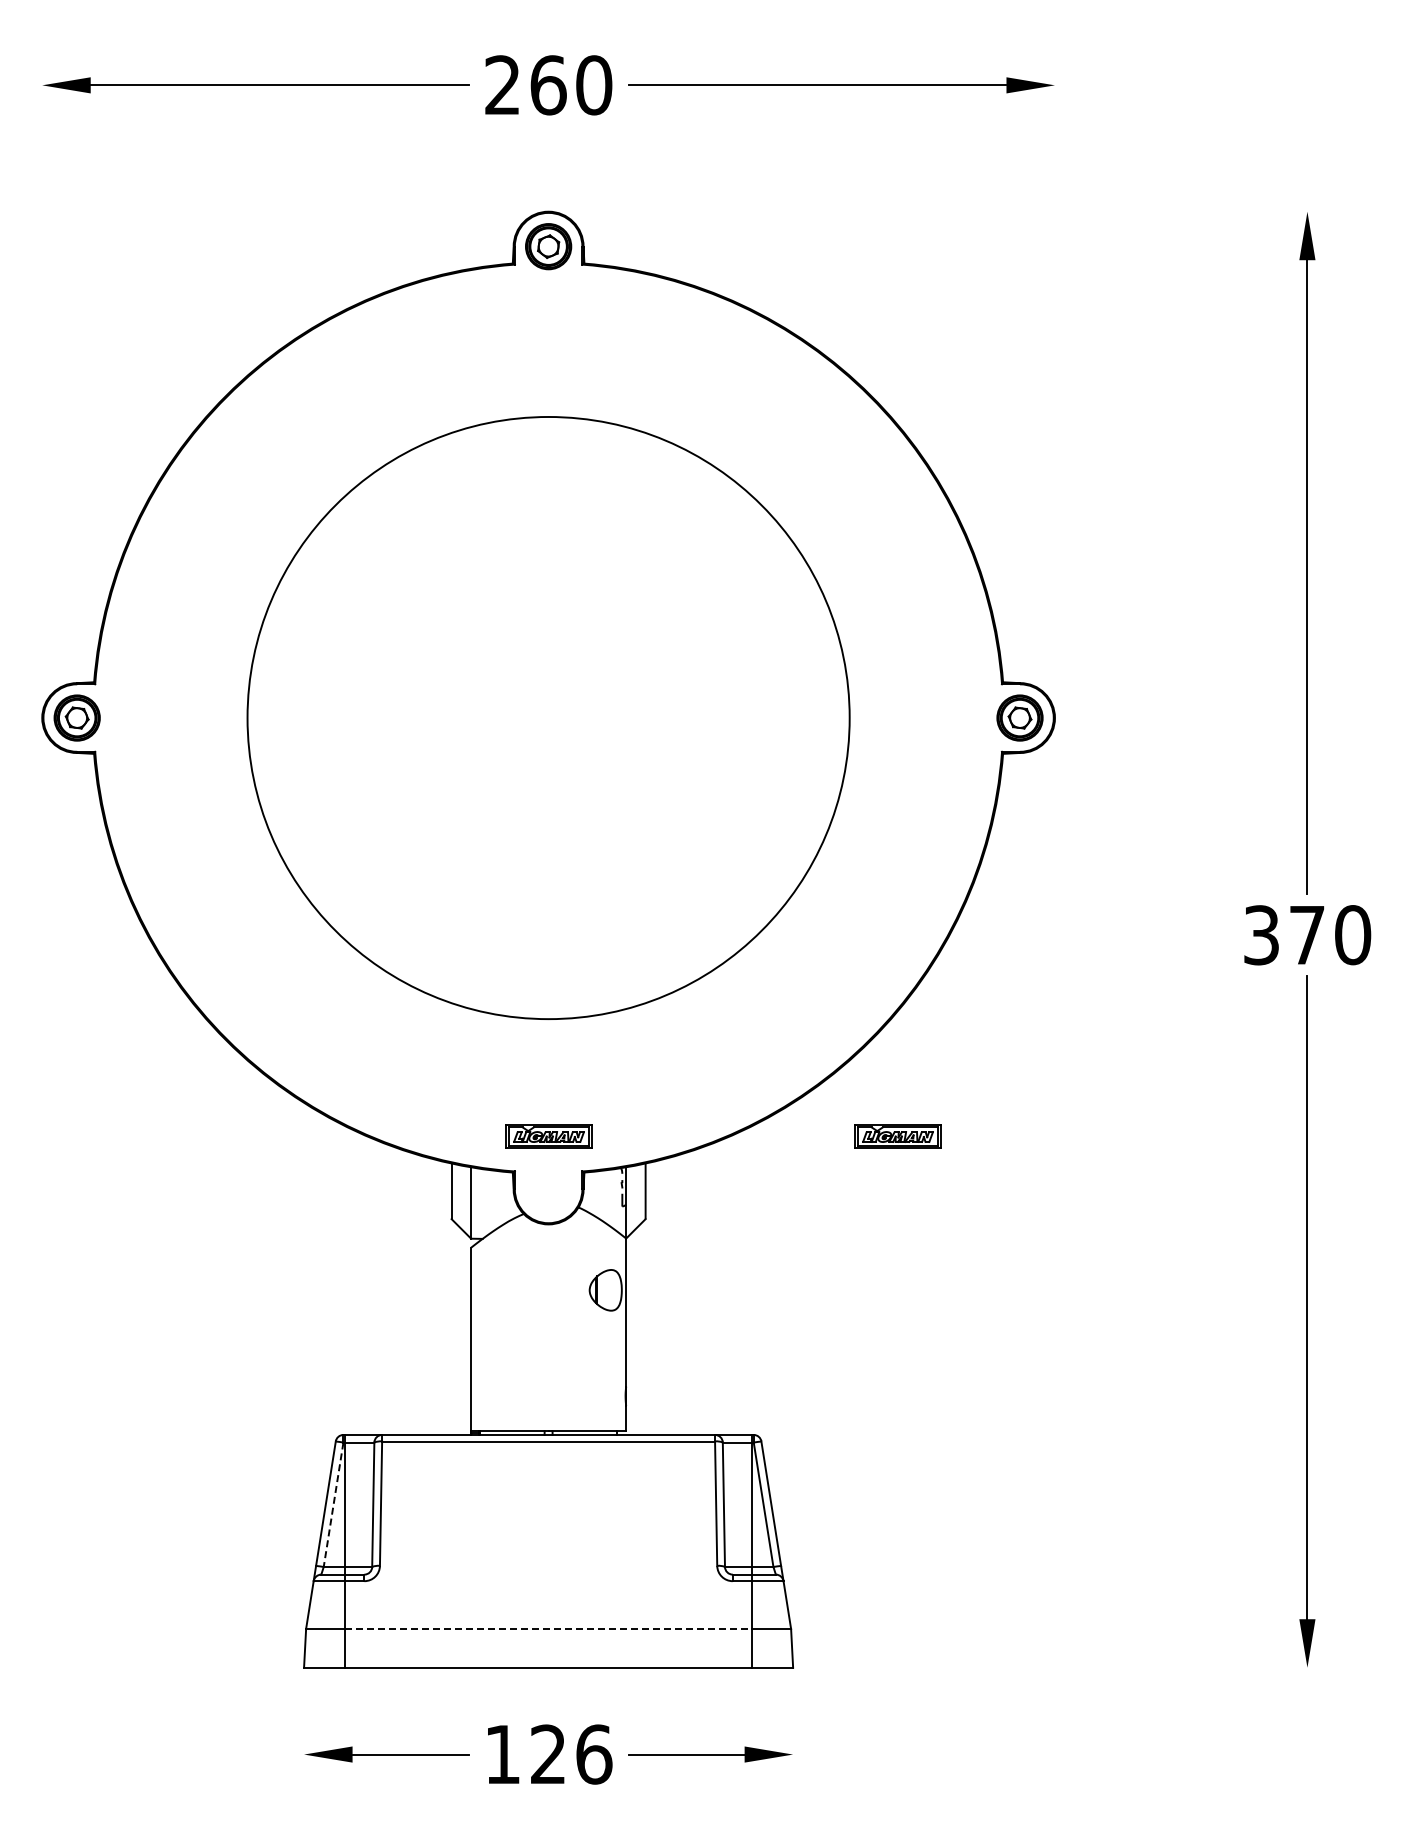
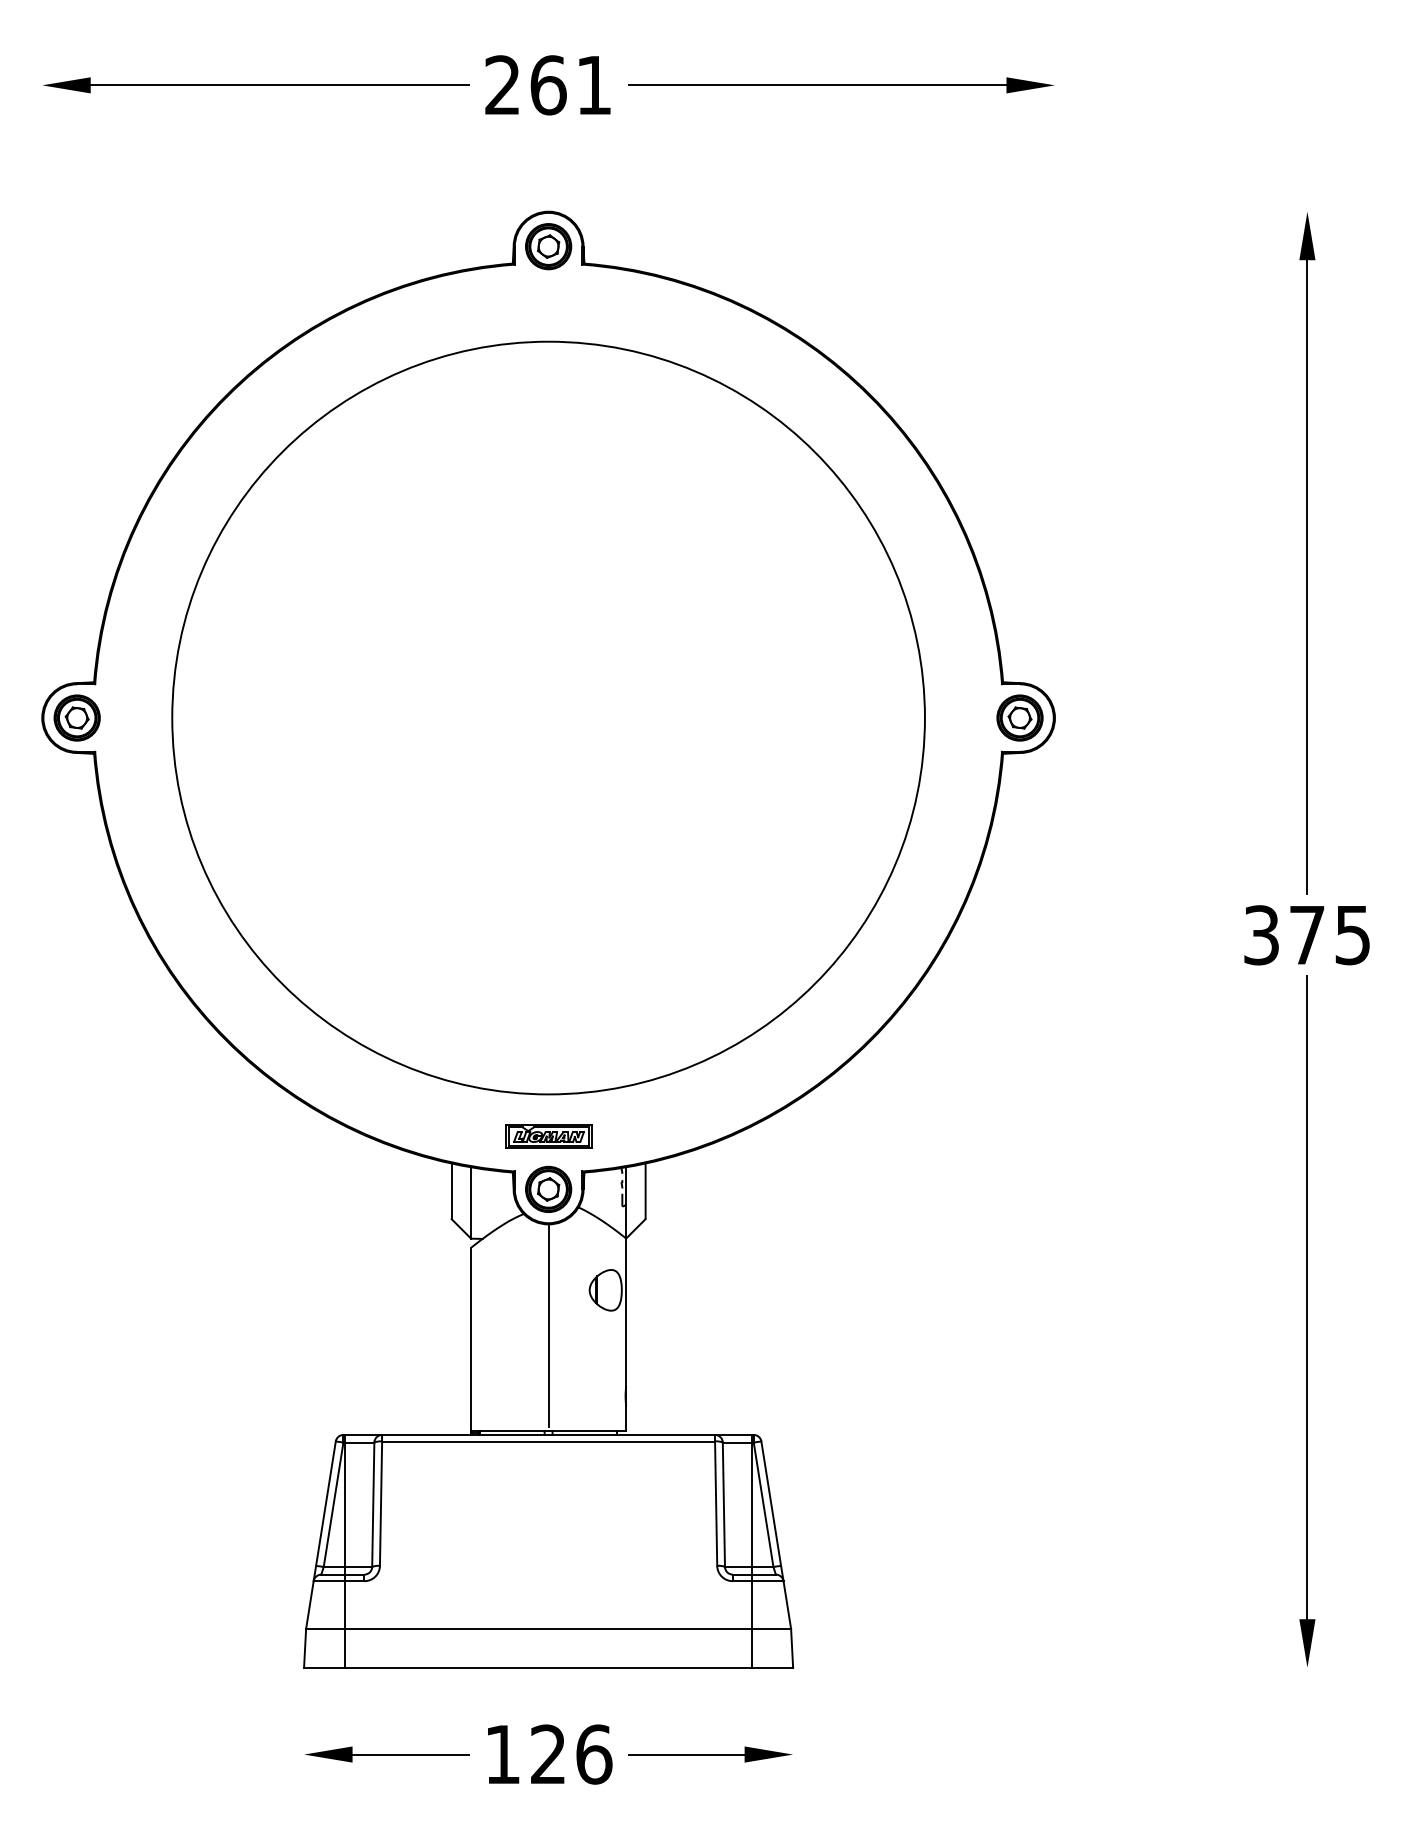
text at (594, 85): 260 -> 261
circle at (548, 717) diameter: 602 px -> 753 px
text at (1353, 935): 370 -> 375
part at (897, 1136): present -> none
part at (548, 1188): none -> present
line at (548, 1325): none -> present
line at (333, 1504): dashed -> solid
line at (548, 1628): dashed -> solid
